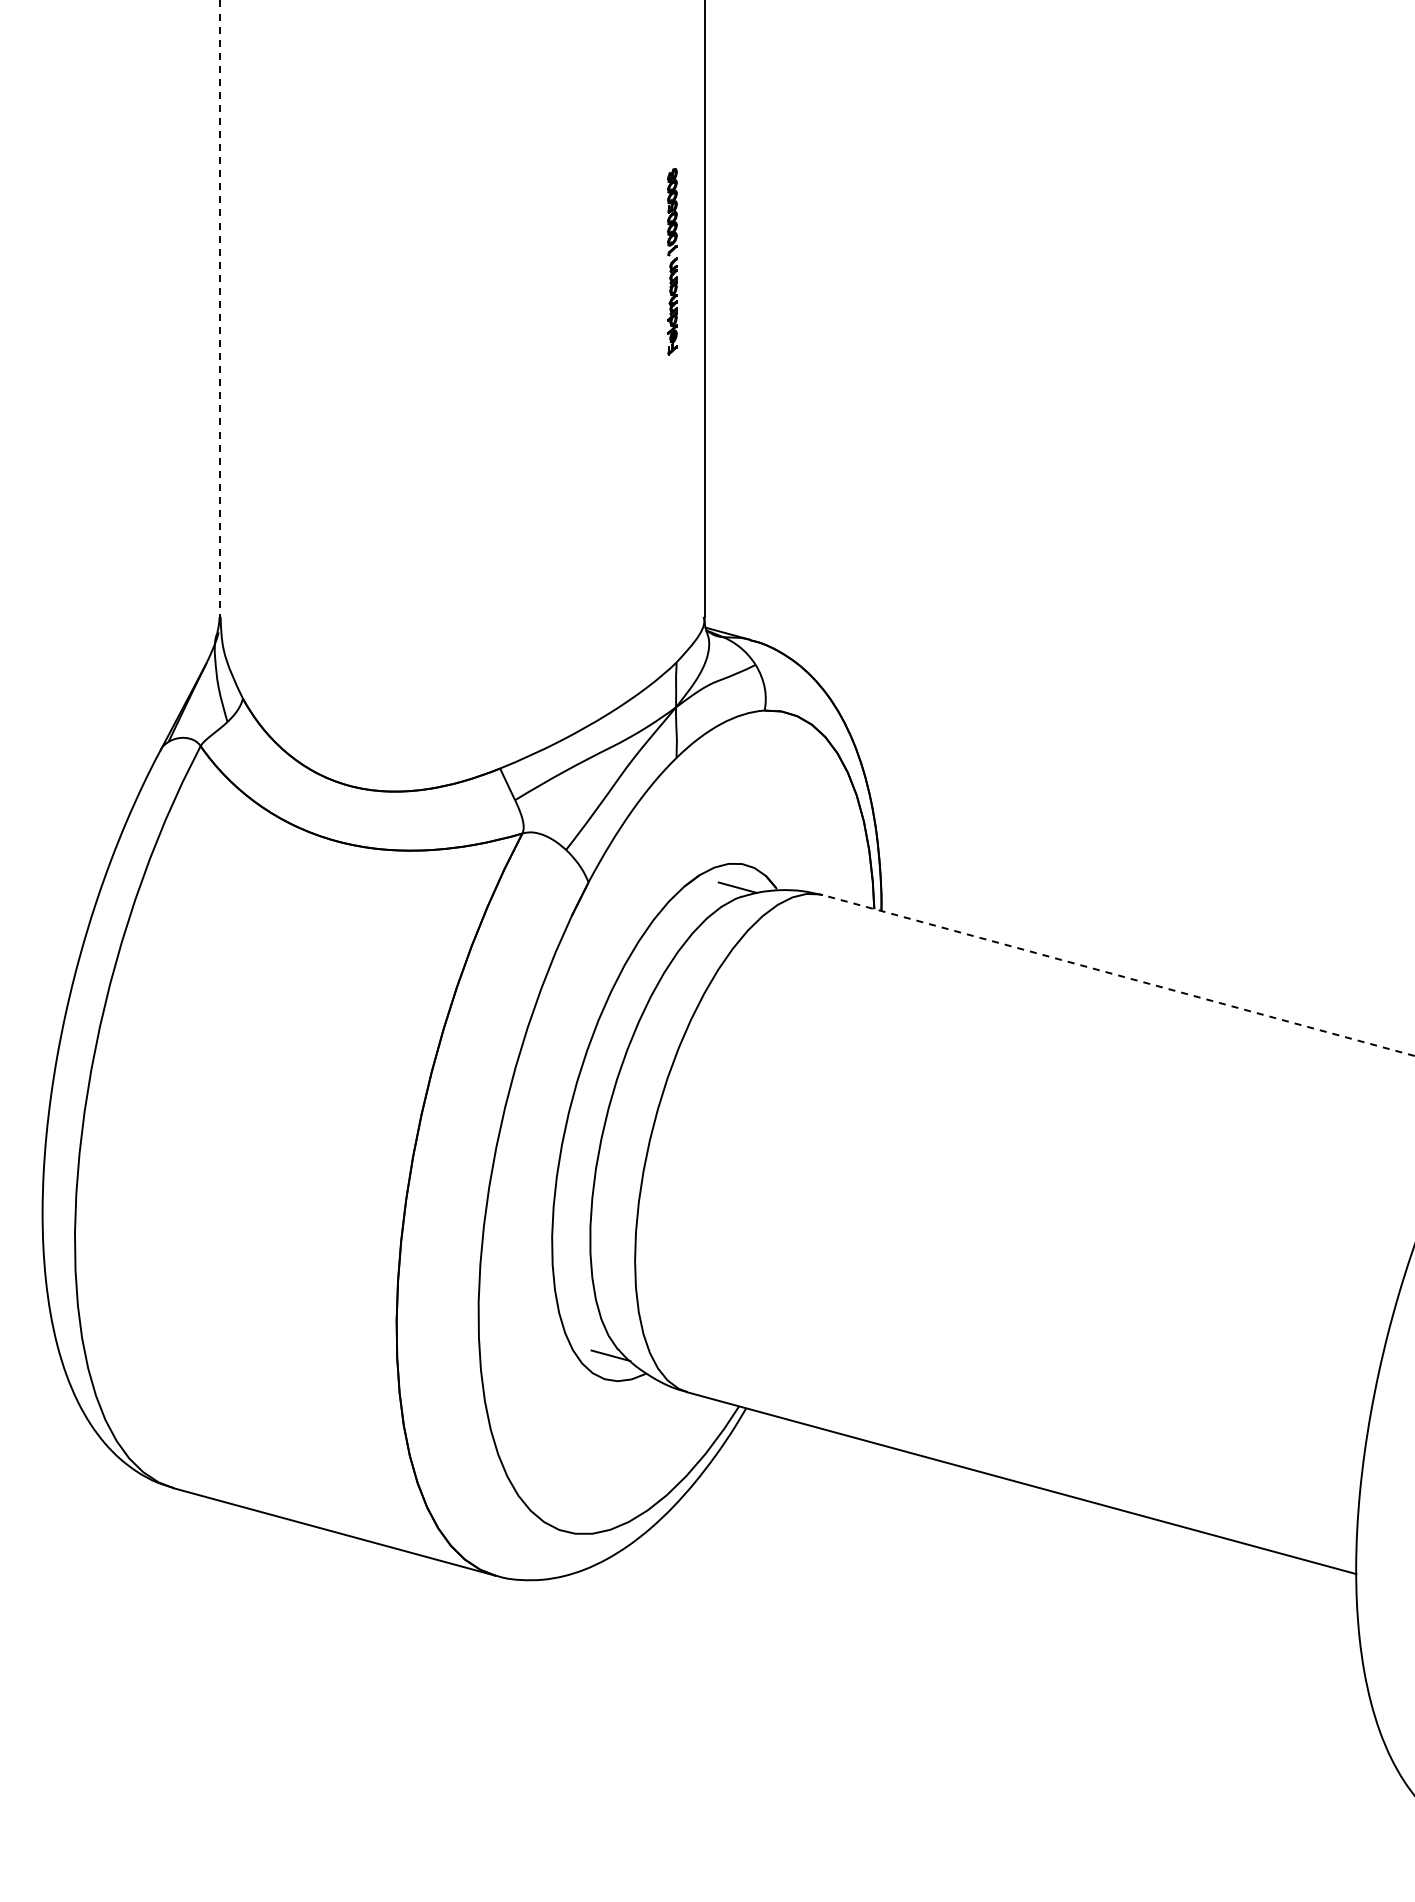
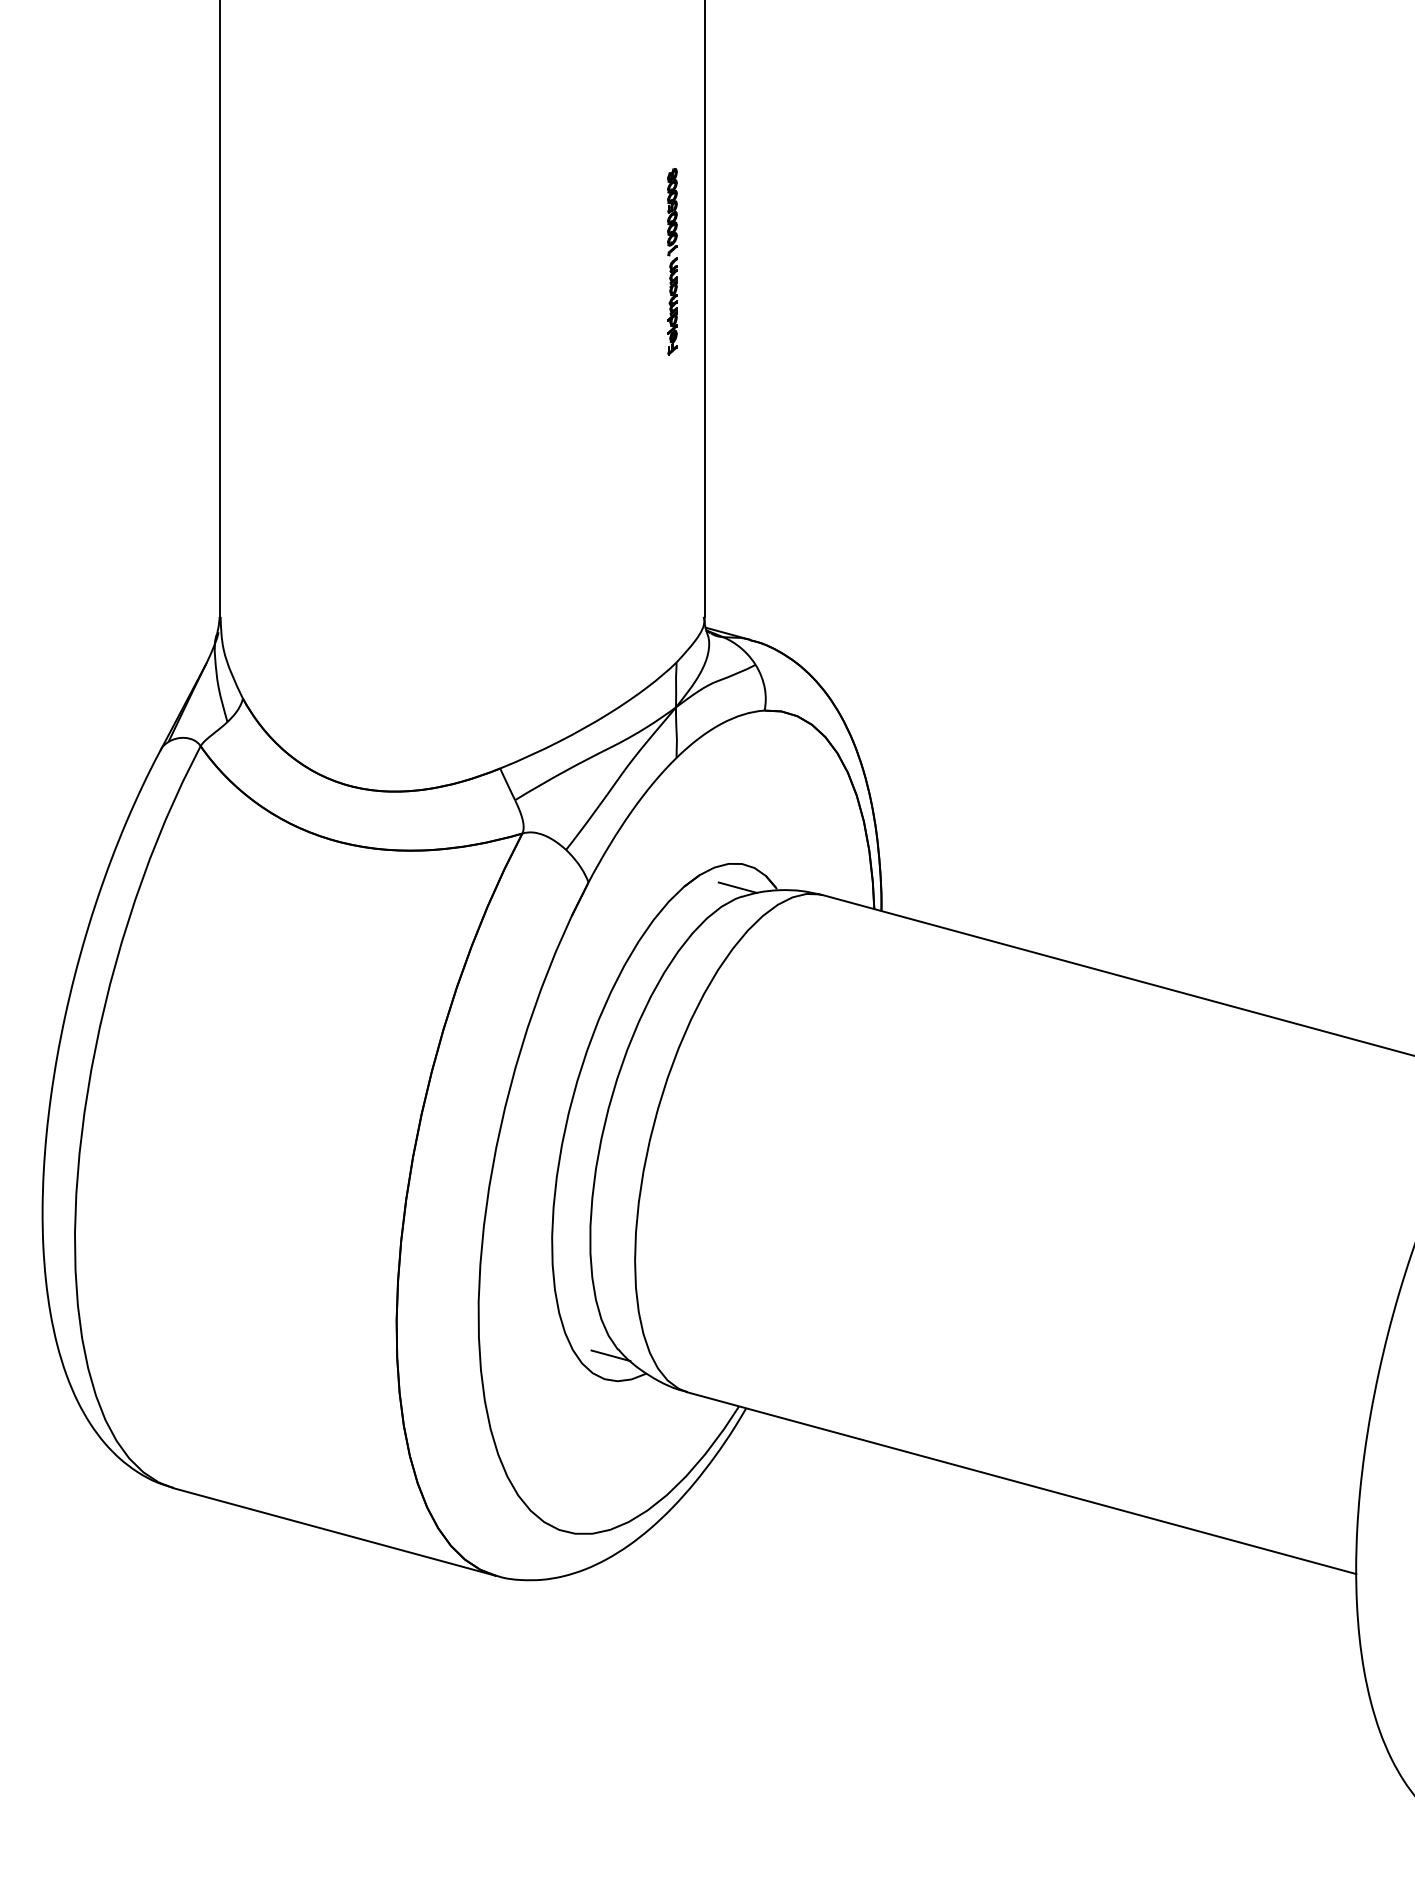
line at (219, 308): dashed -> solid
line at (1118, 975): dashed -> solid
